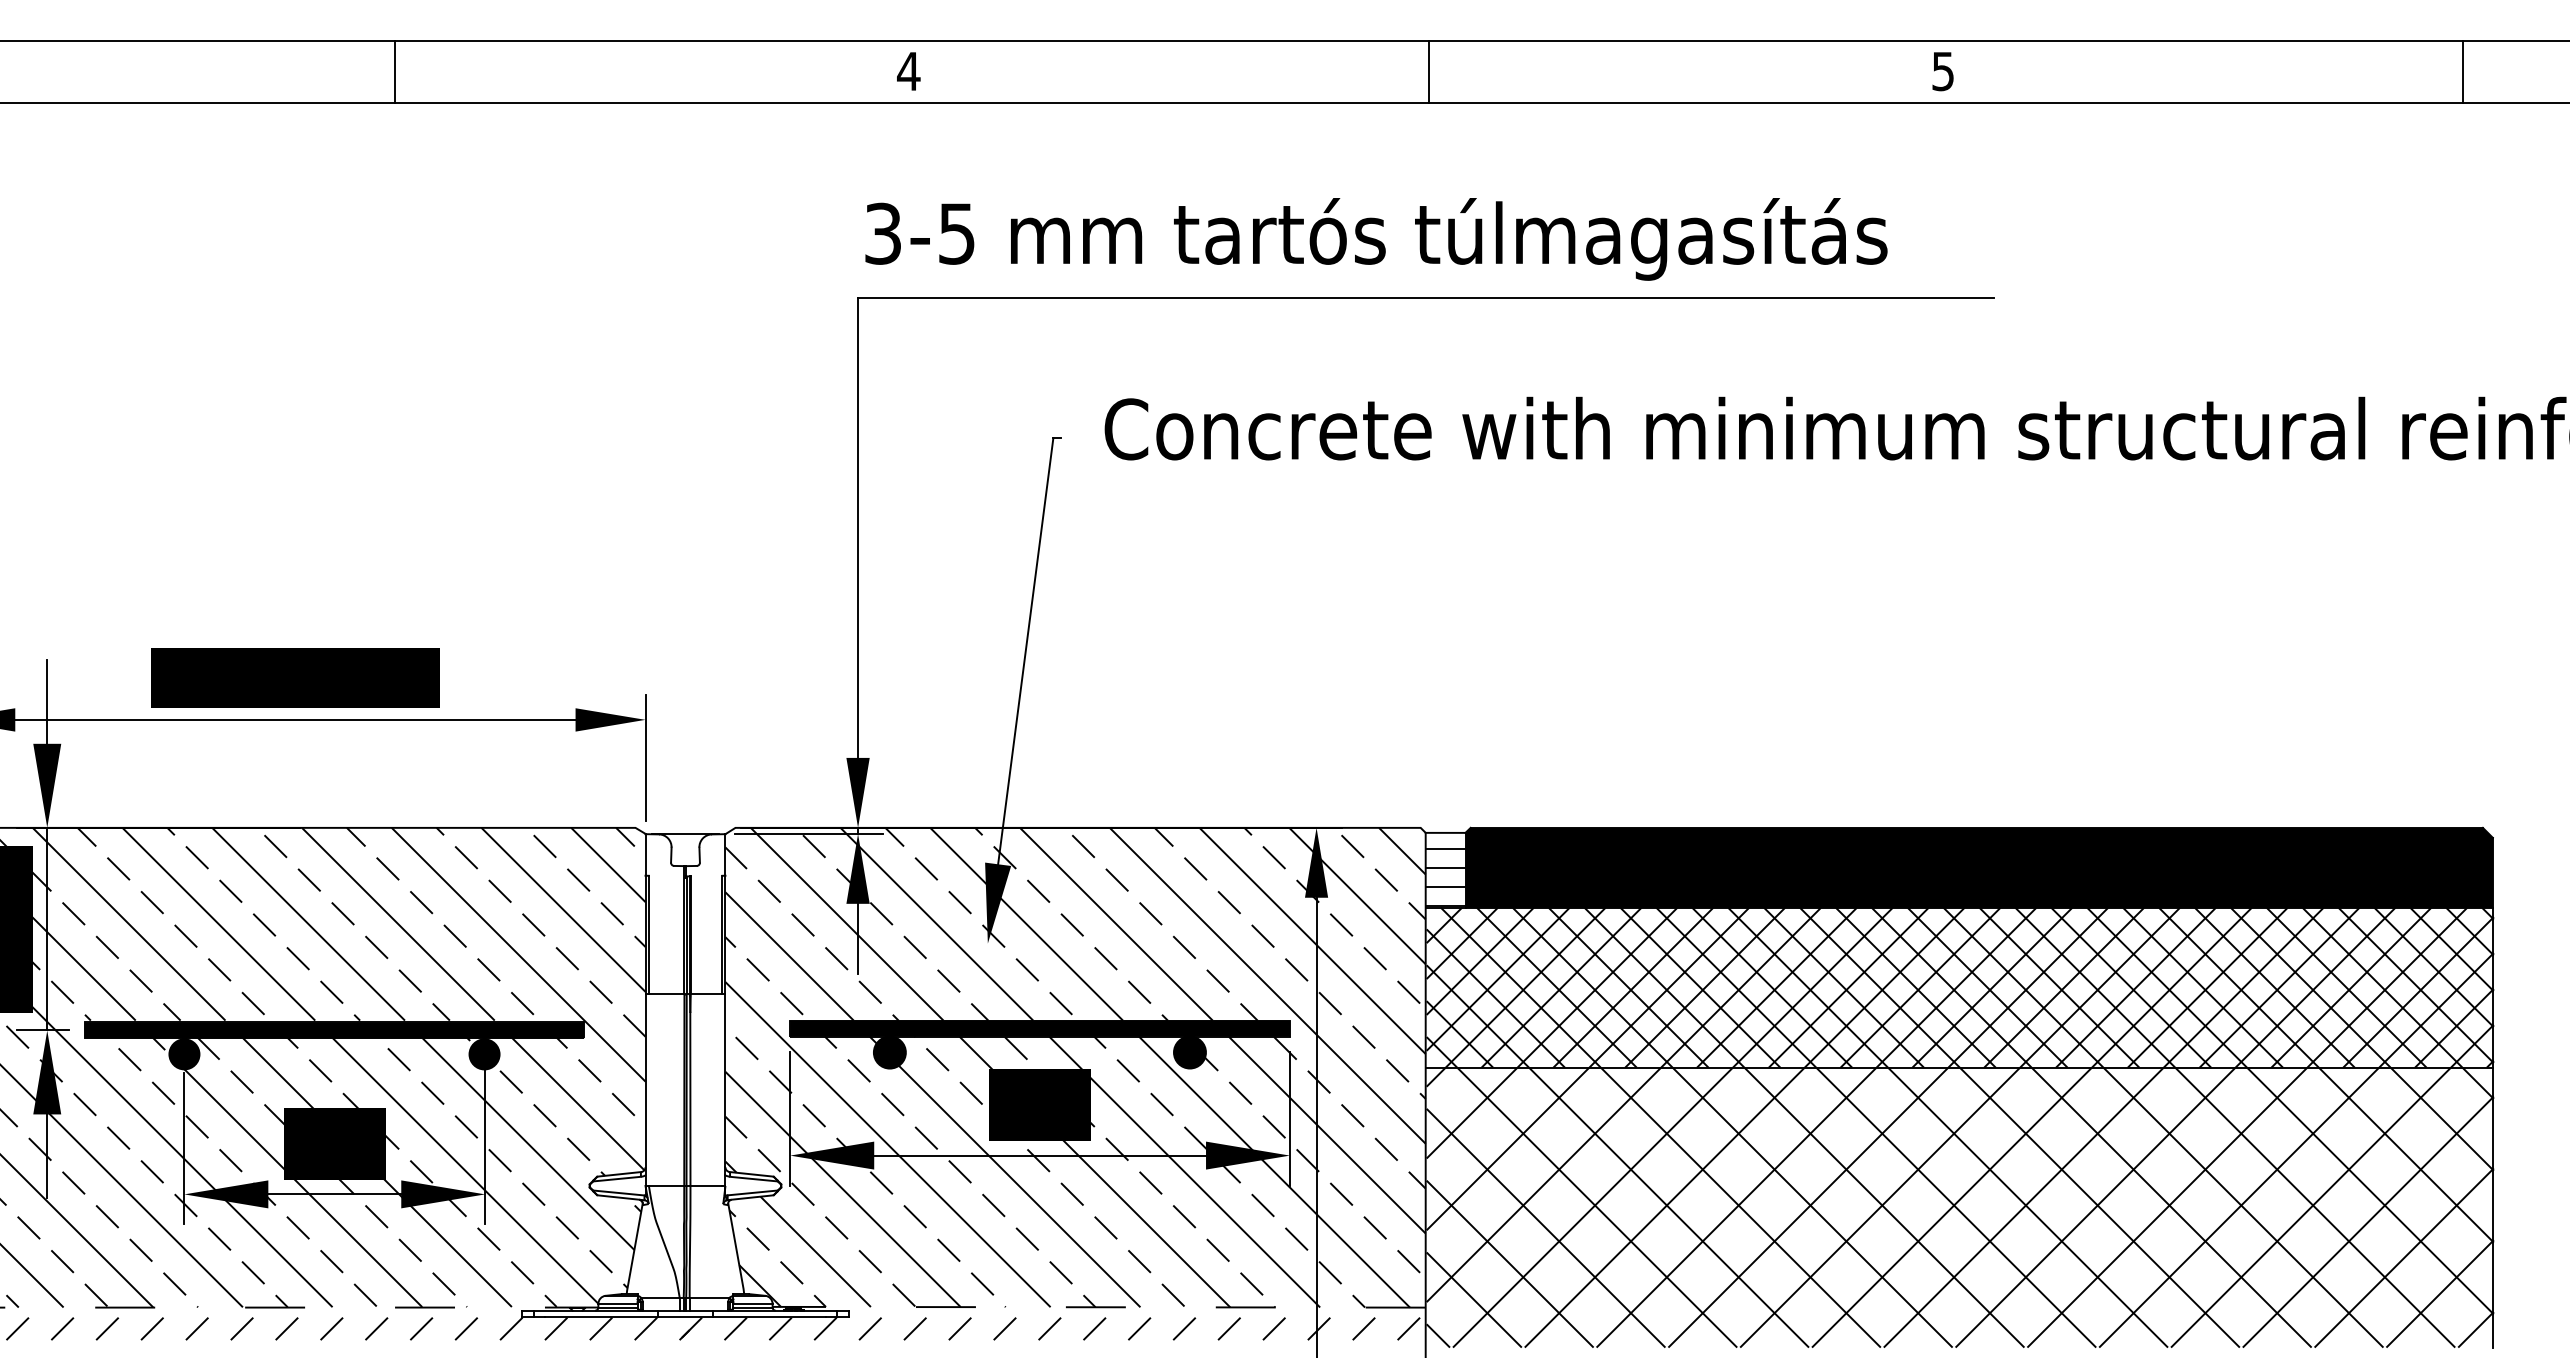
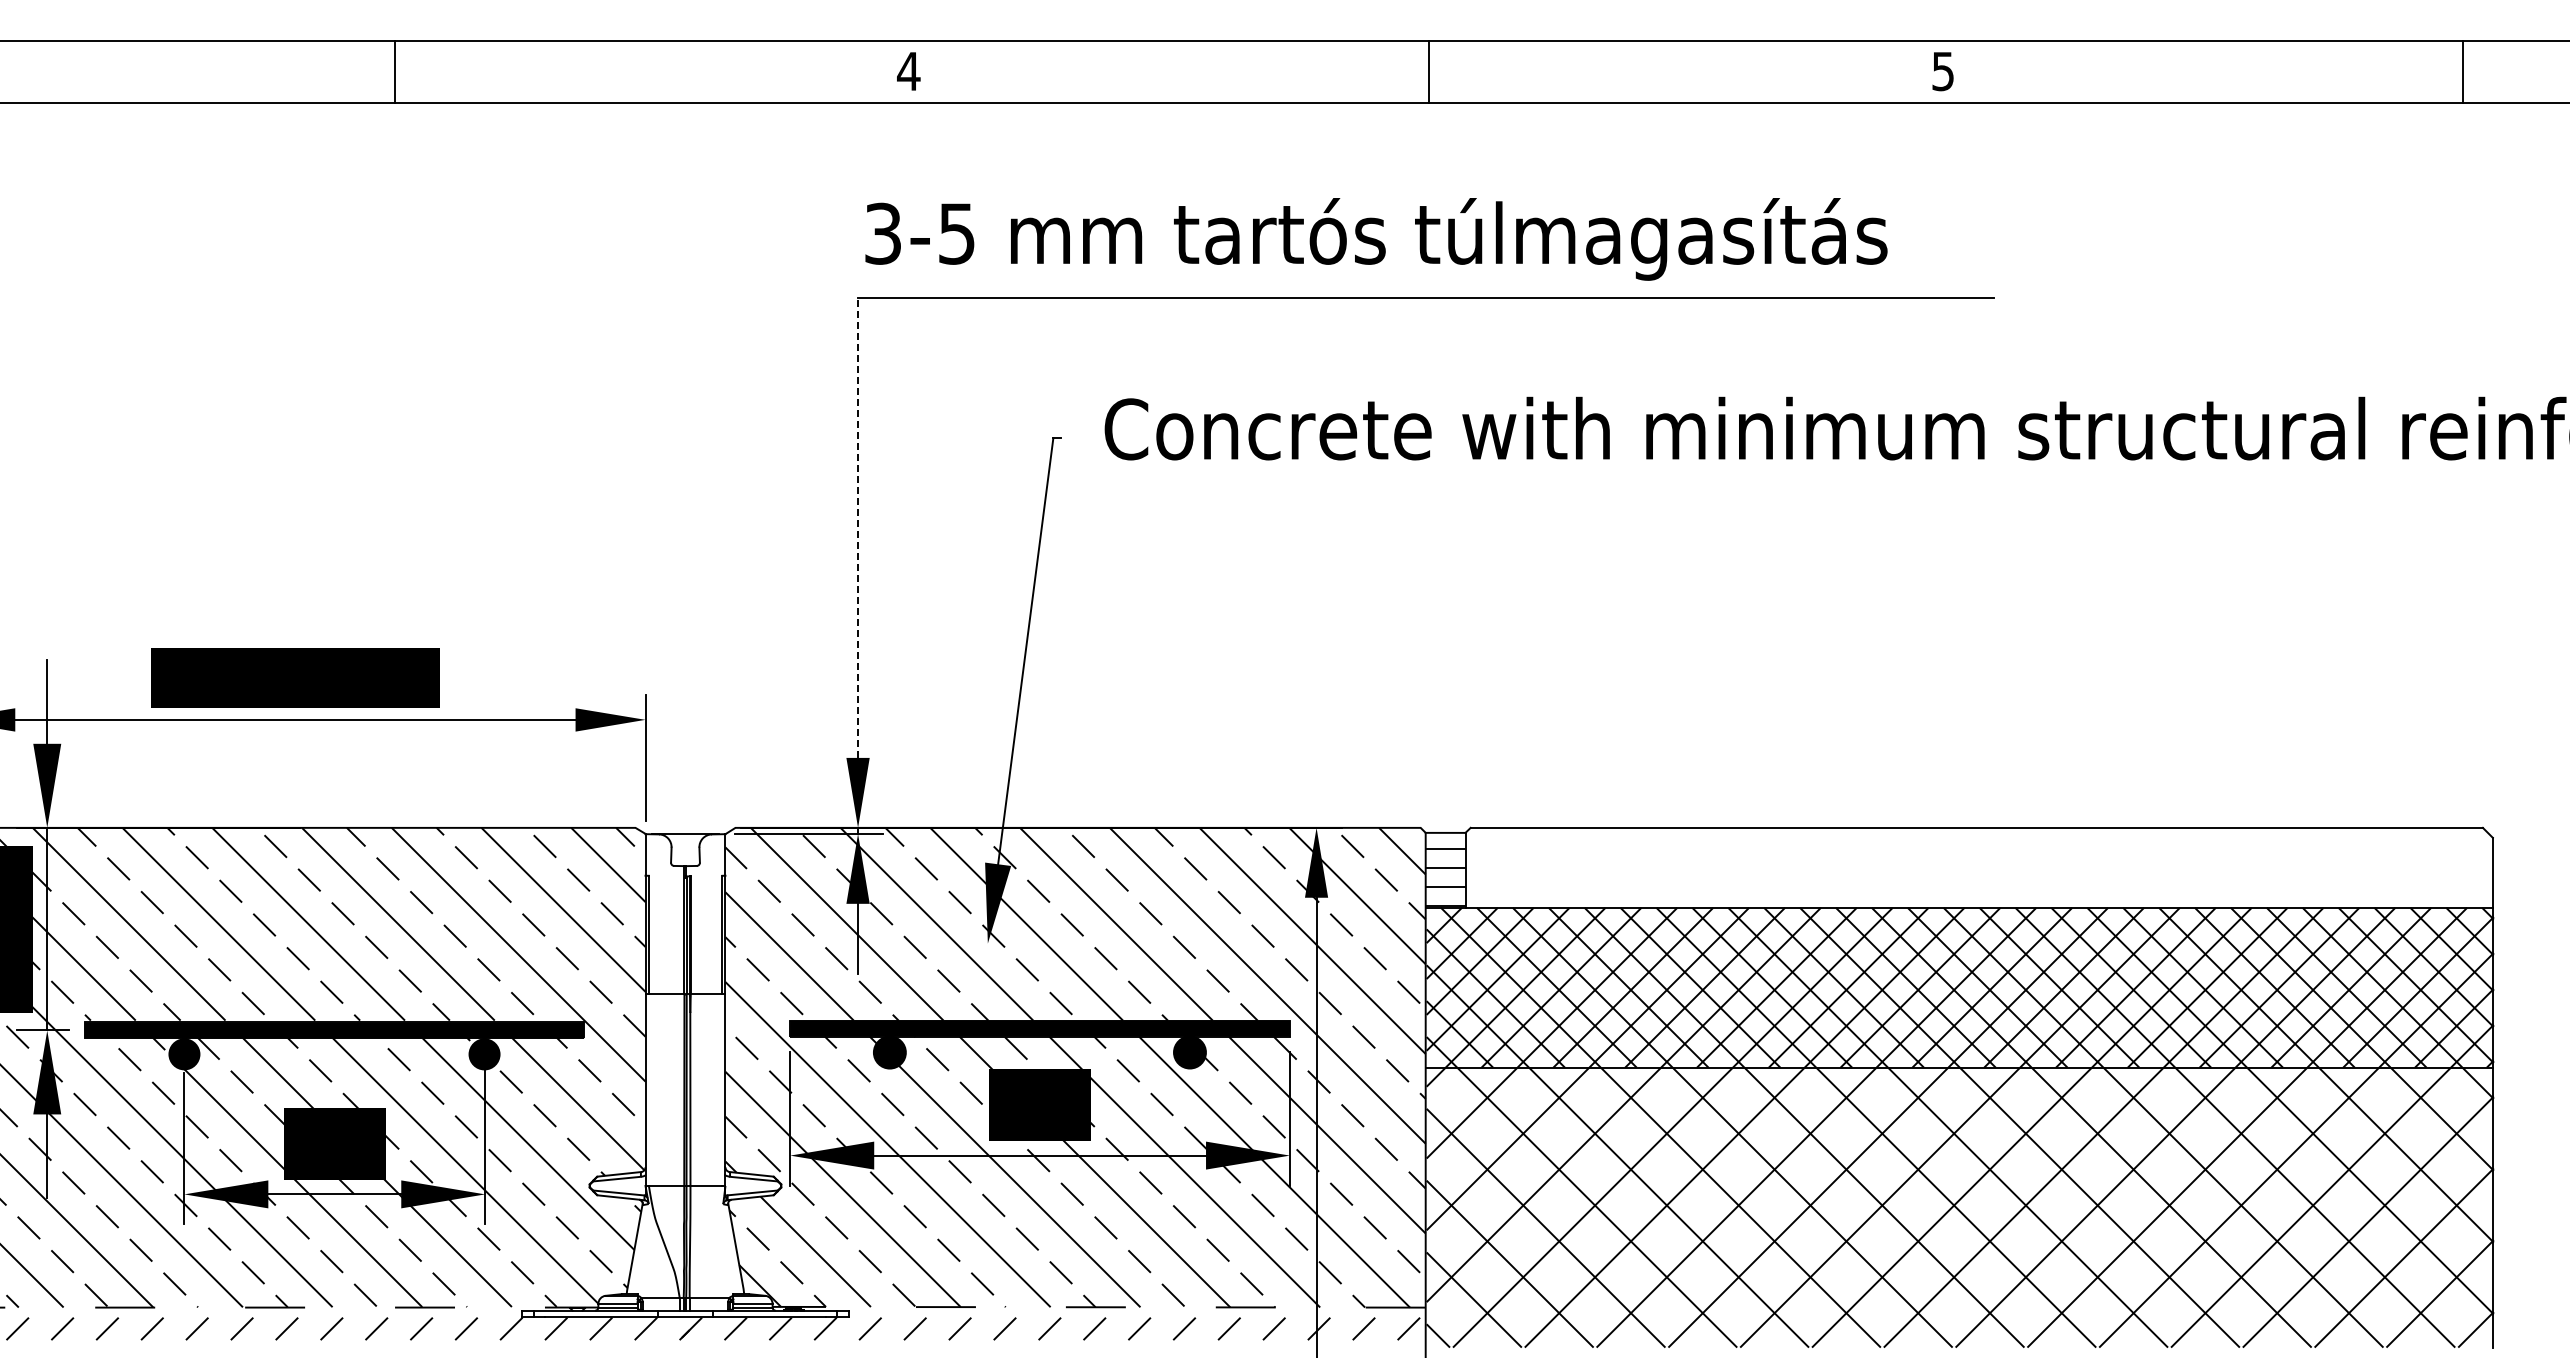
line at (858, 527): solid -> dashed
fill at (1978, 867): present -> none
